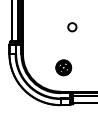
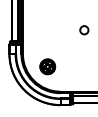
circle at (72, 27) position: (72, 27) -> (84, 30)
part at (63, 67) position: (63, 67) -> (47, 66)
